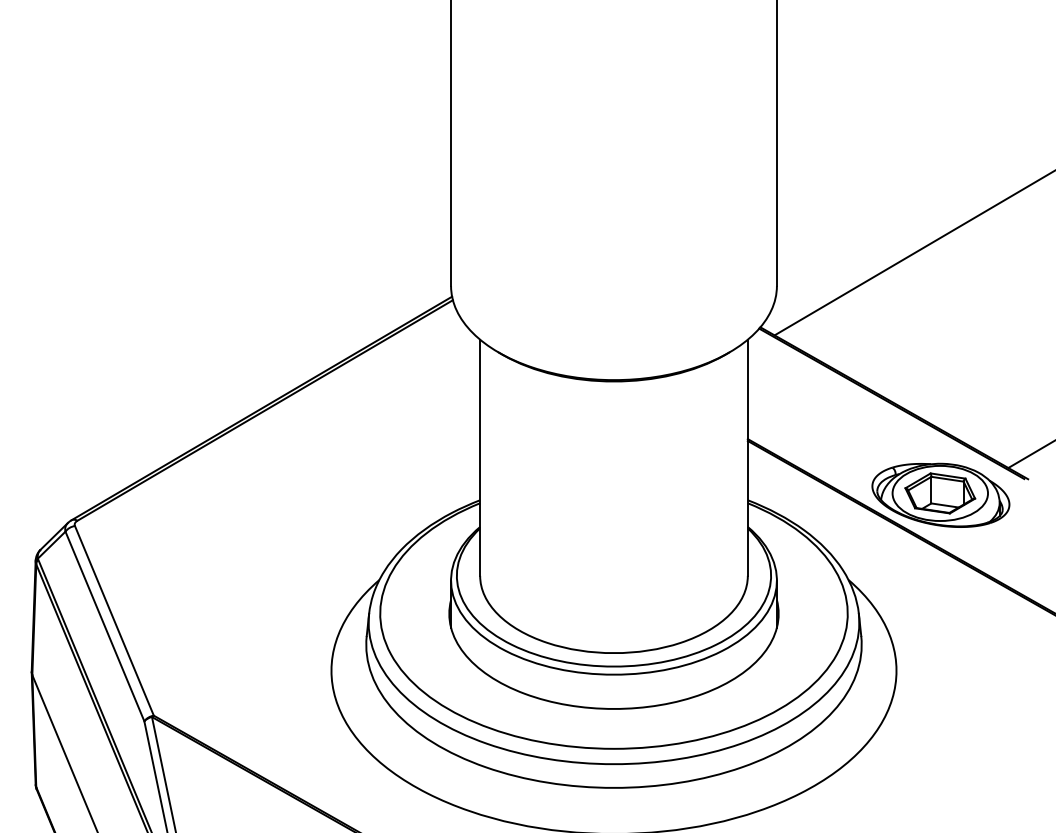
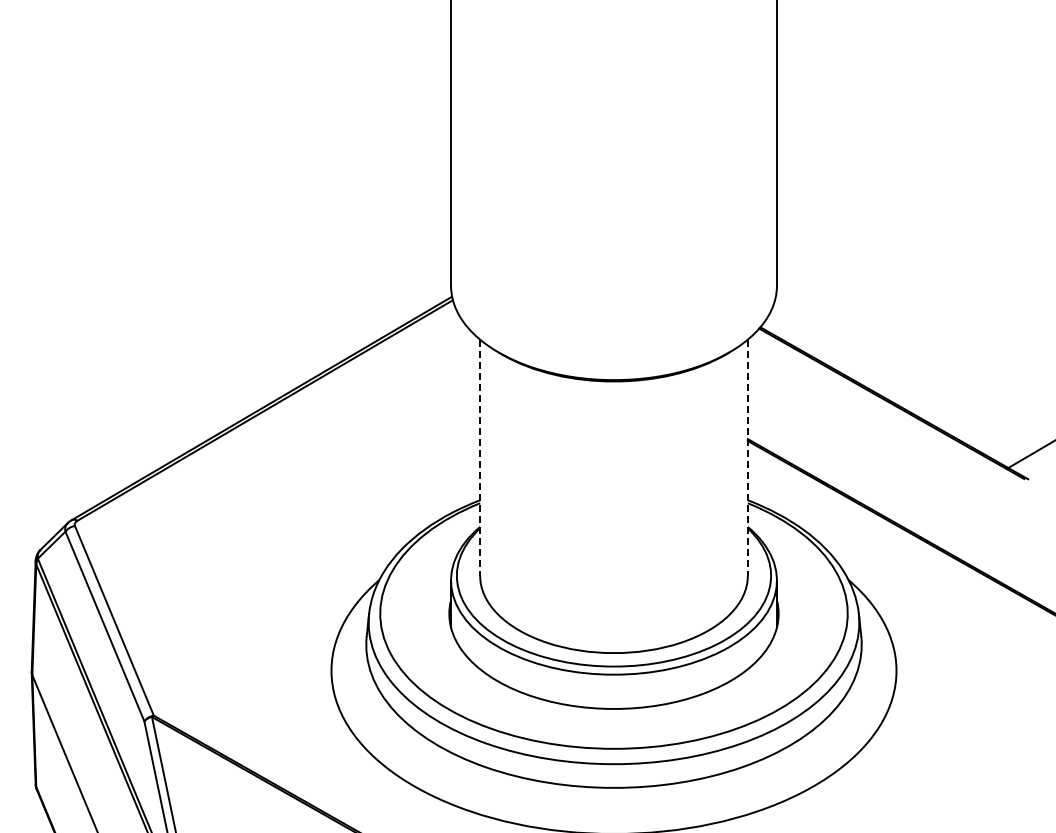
line at (913, 253): present -> none
line at (480, 458): solid -> dashed
line at (747, 458): solid -> dashed
part at (940, 494): present -> none
